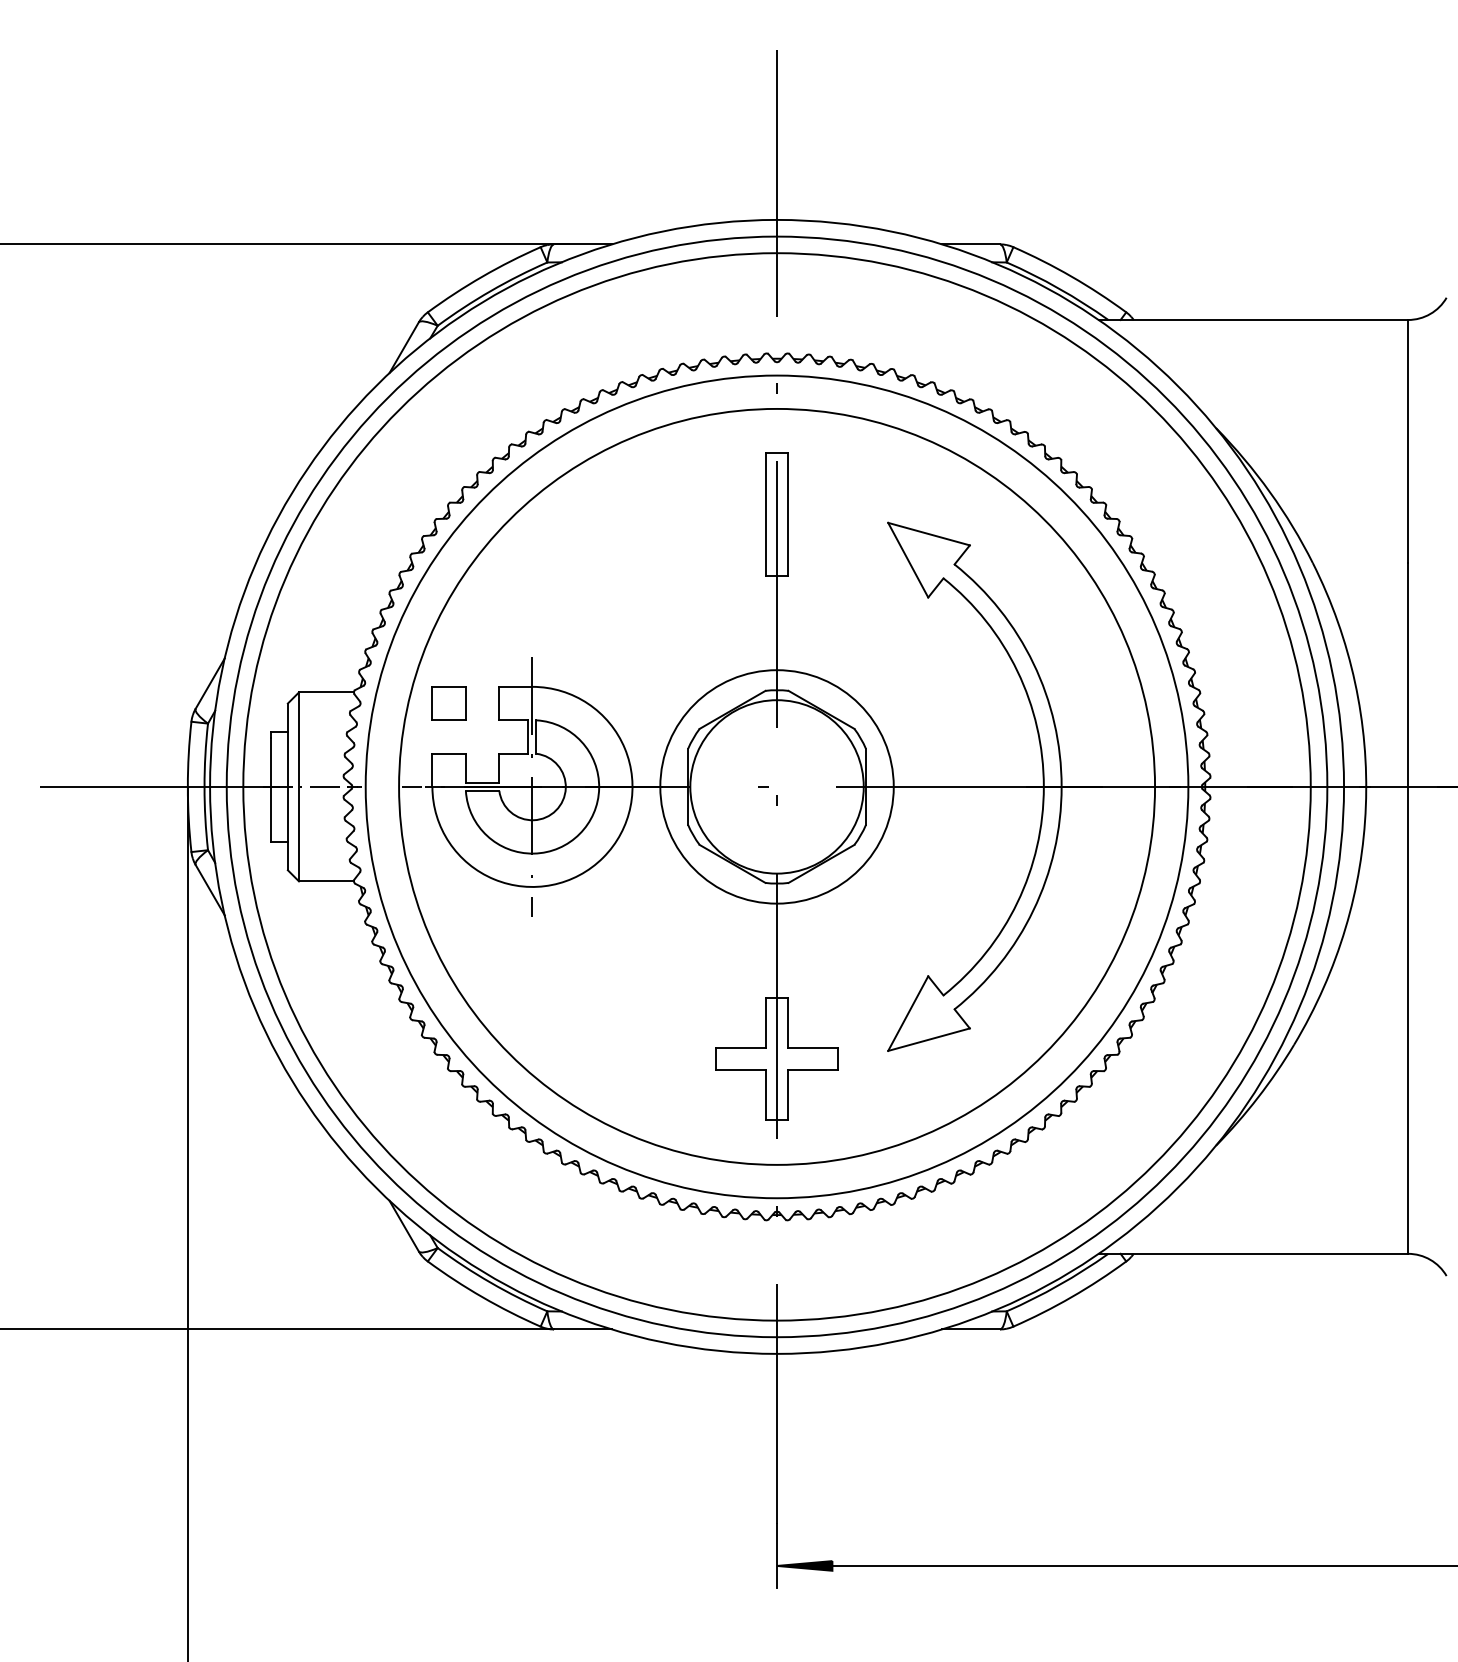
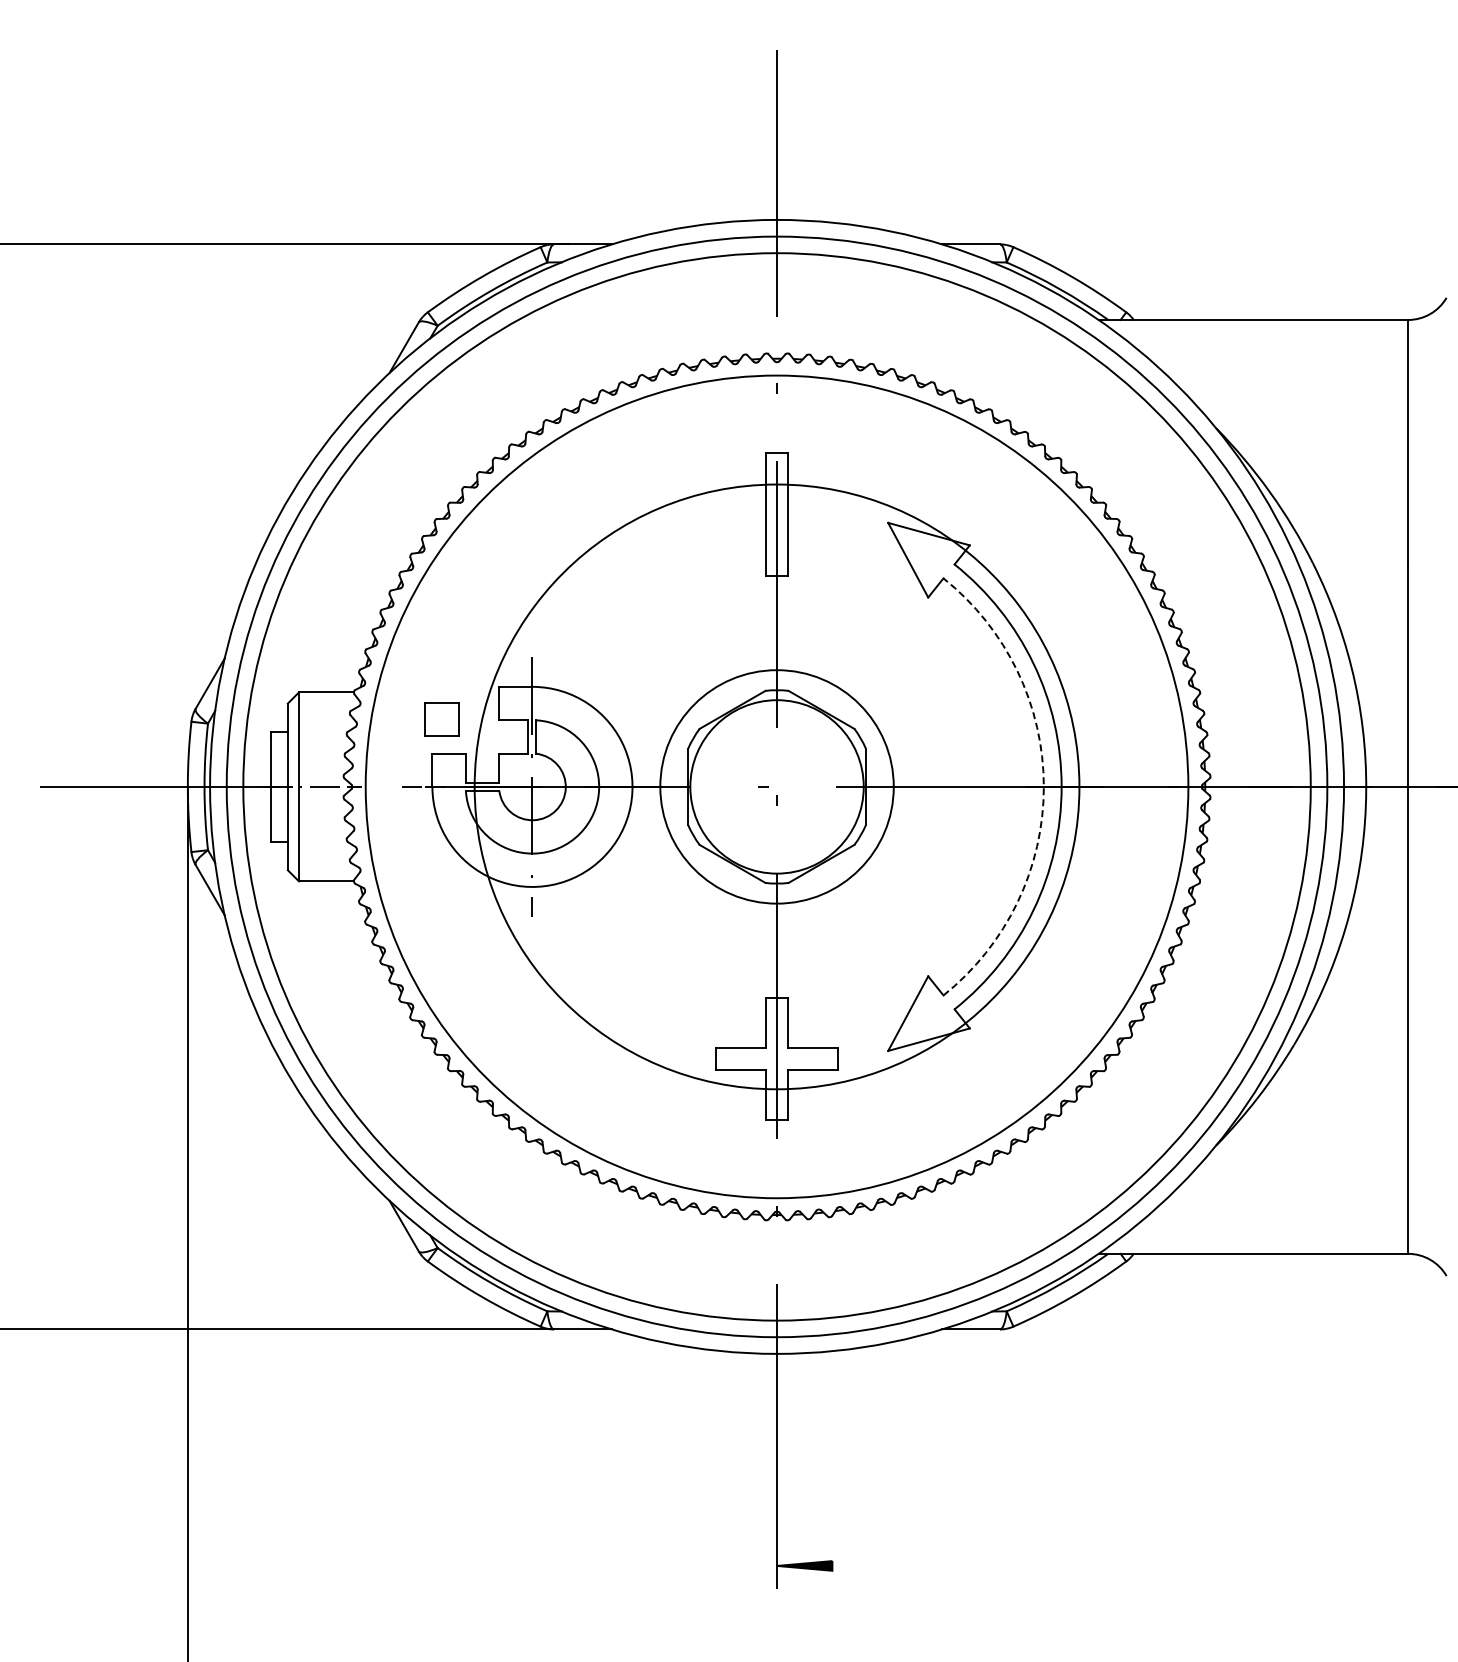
part at (448, 703) position: (448, 703) -> (441, 719)
circle at (777, 786) diameter: 756 px -> 605 px
arc at (1043, 786): solid -> dashed
line at (1143, 1565): present -> none
